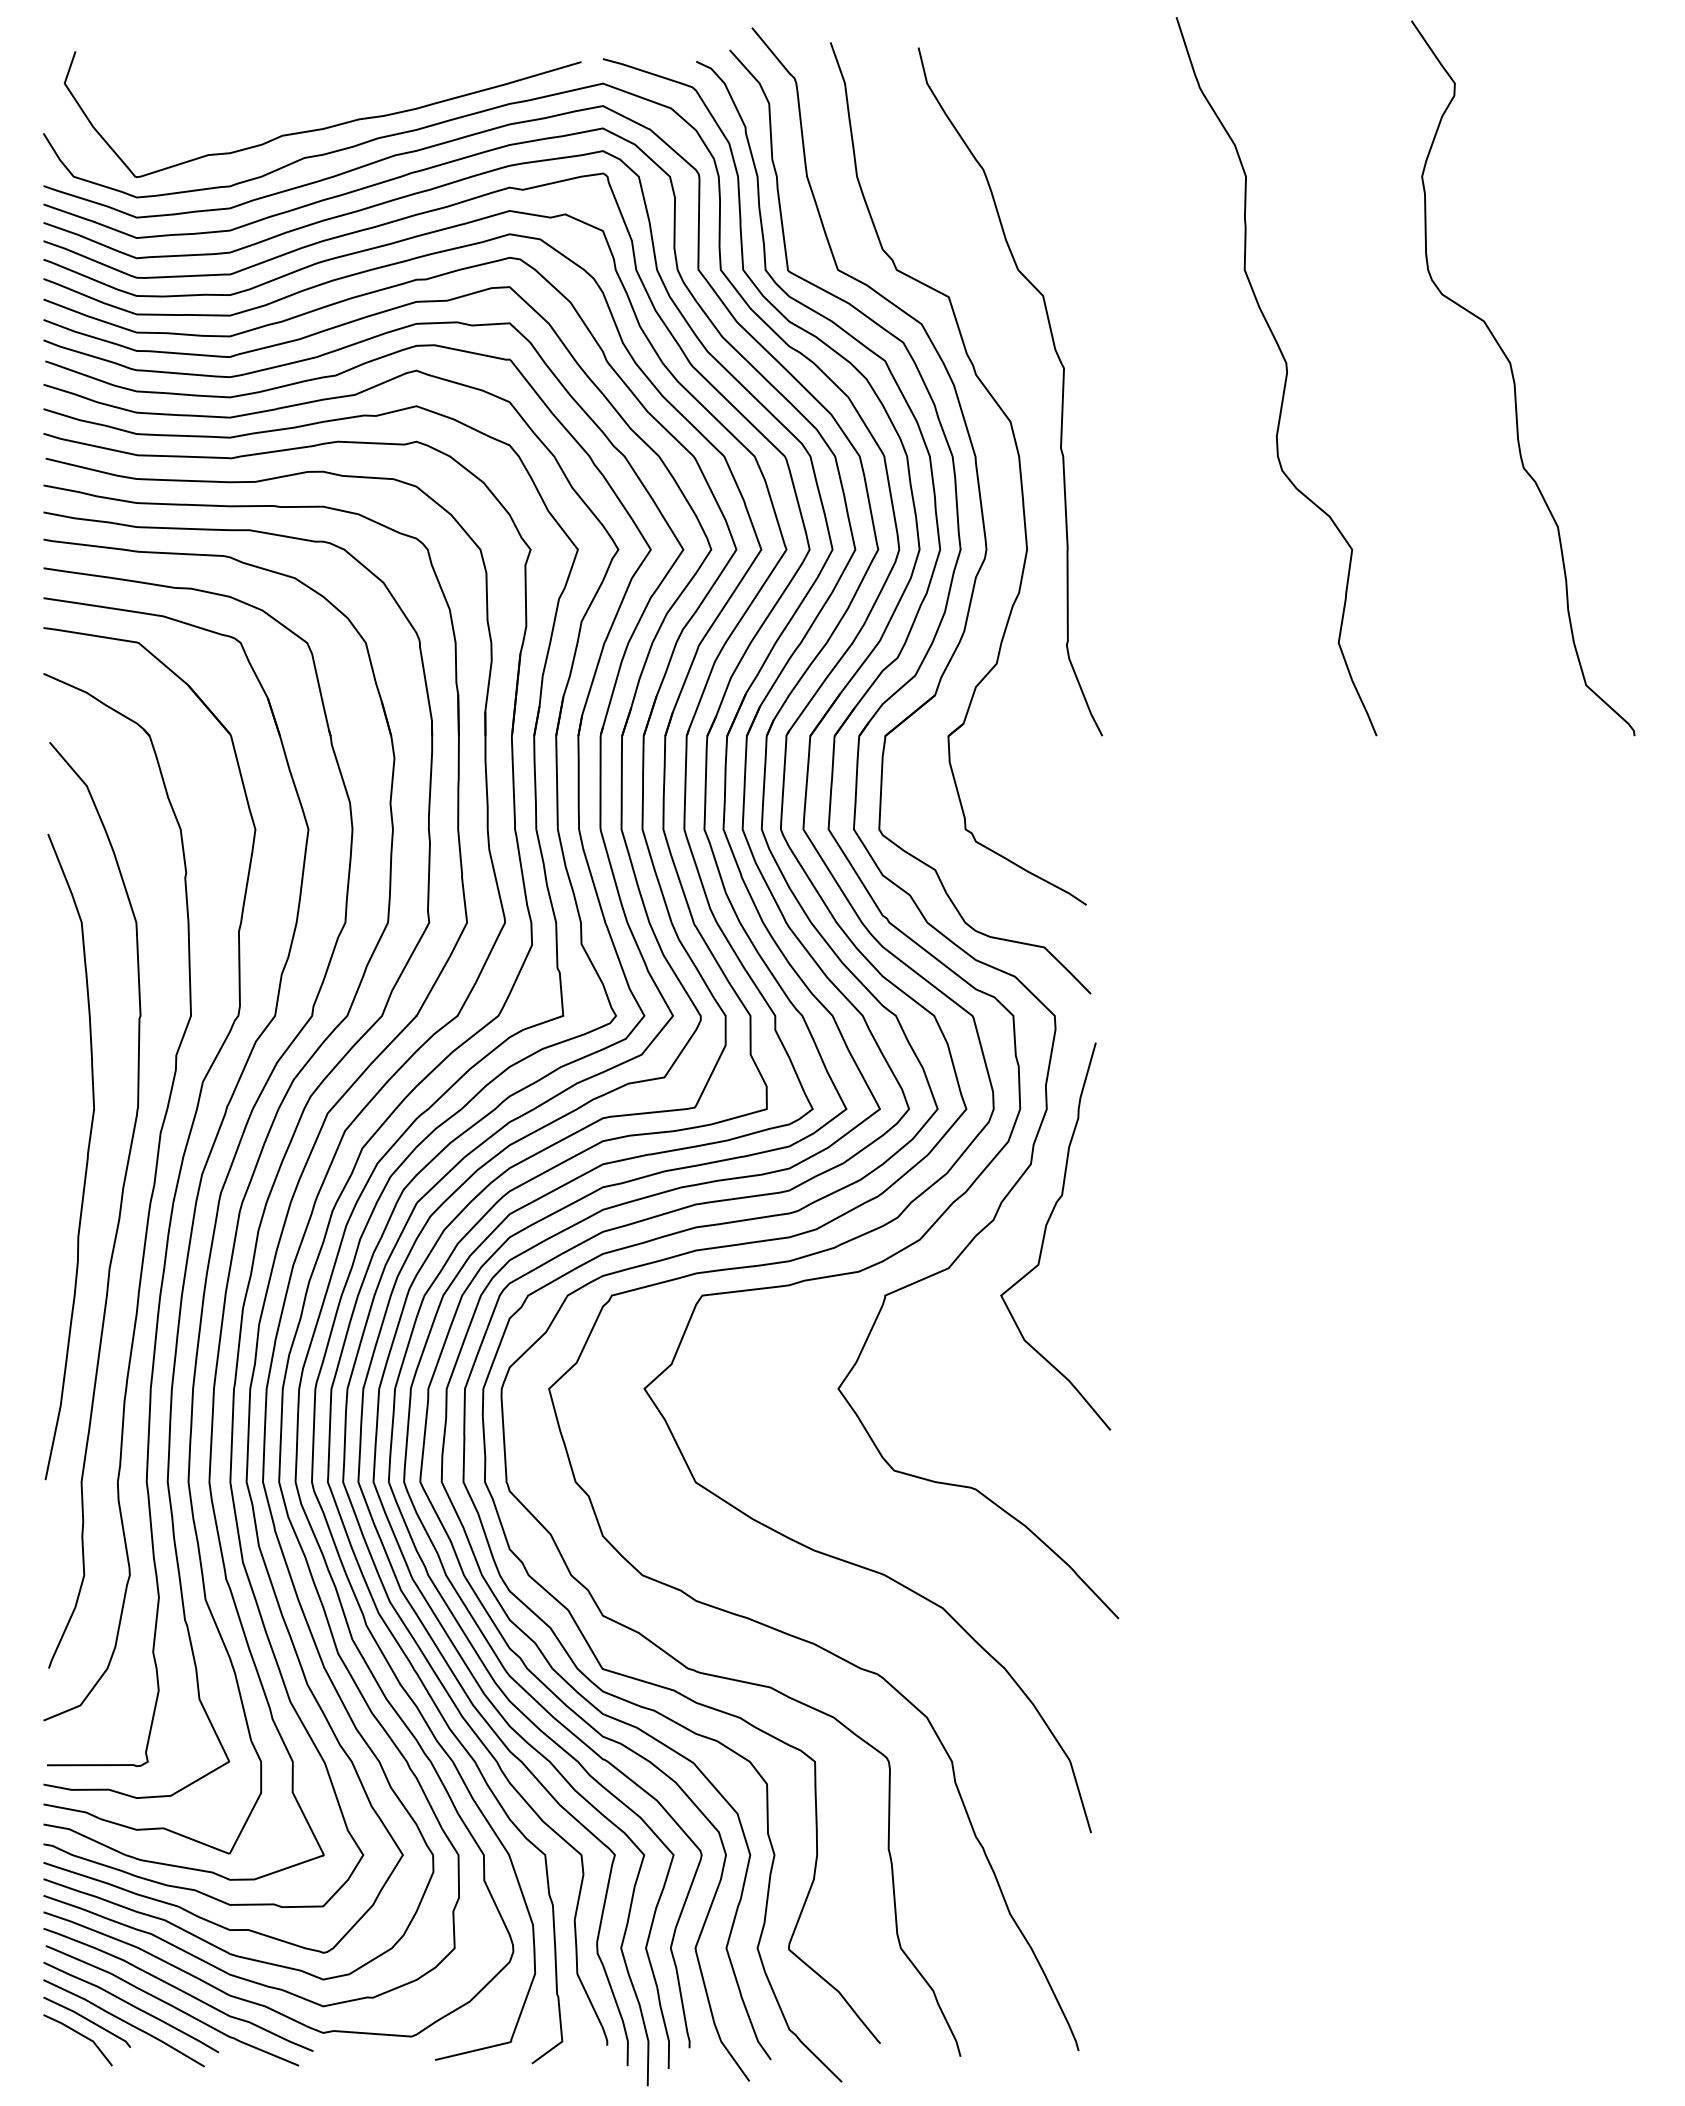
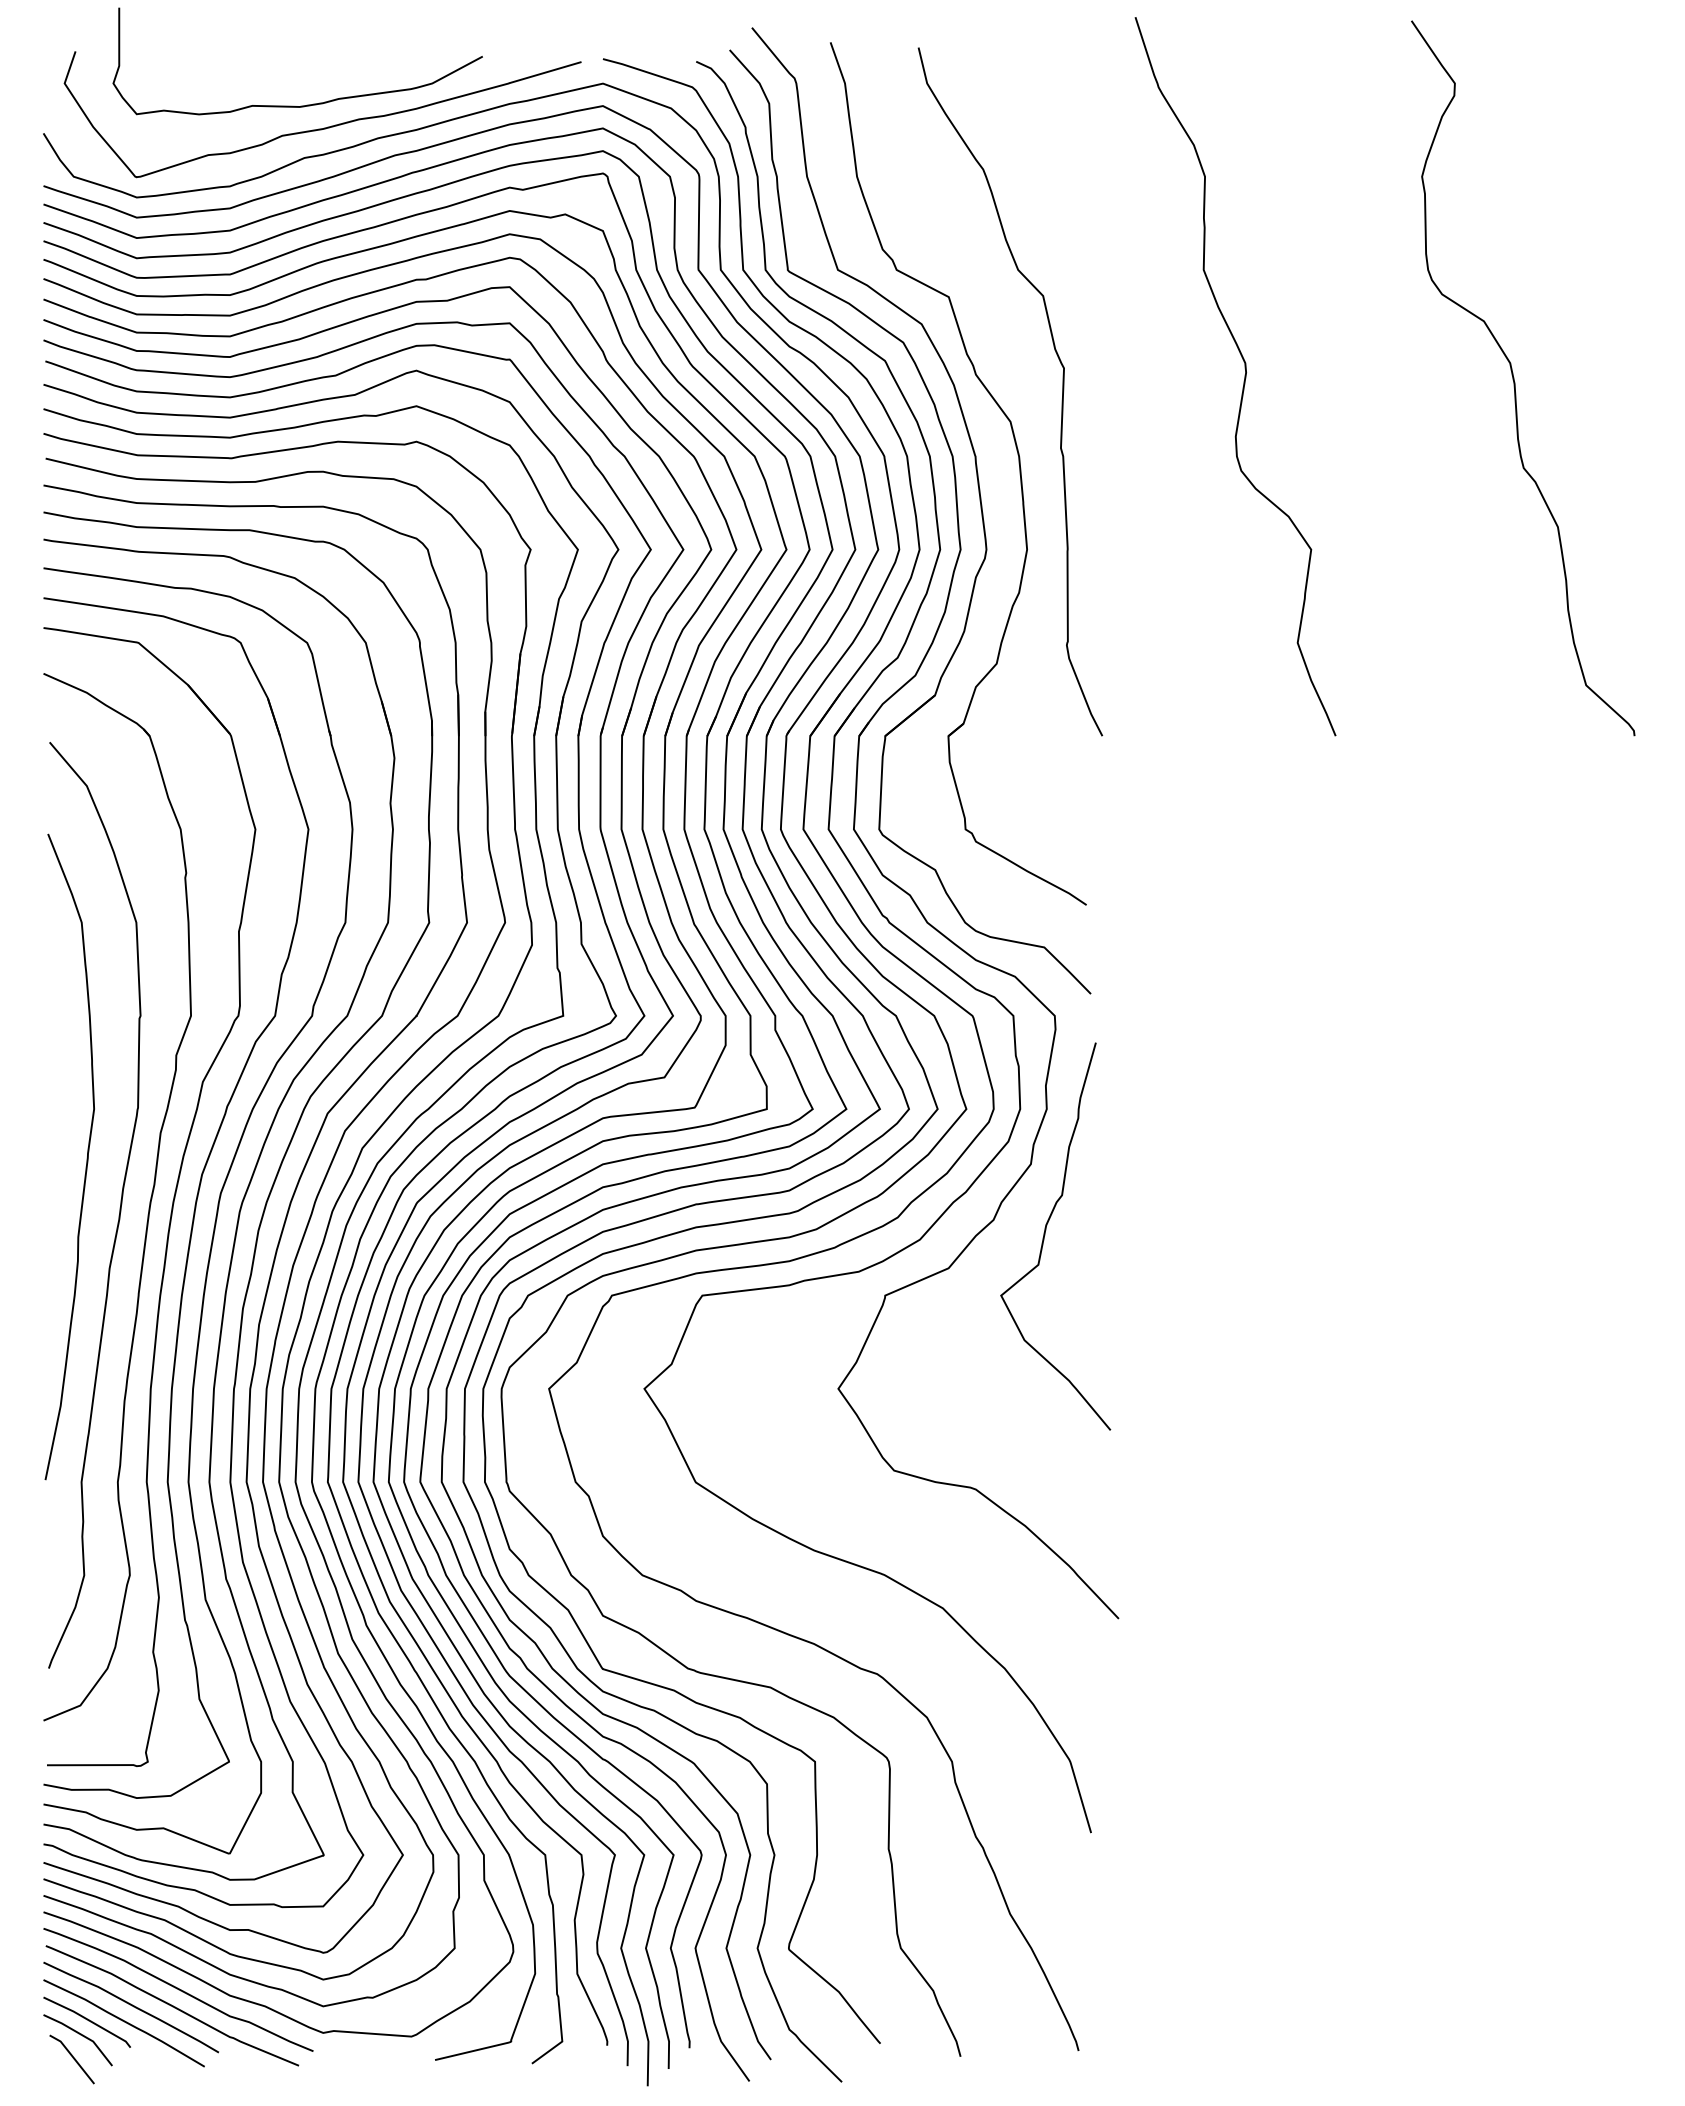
curve at (300, 105): none -> present
curve at (1285, 376) position: (1285, 376) -> (1244, 376)
line at (72, 2058): none -> present
